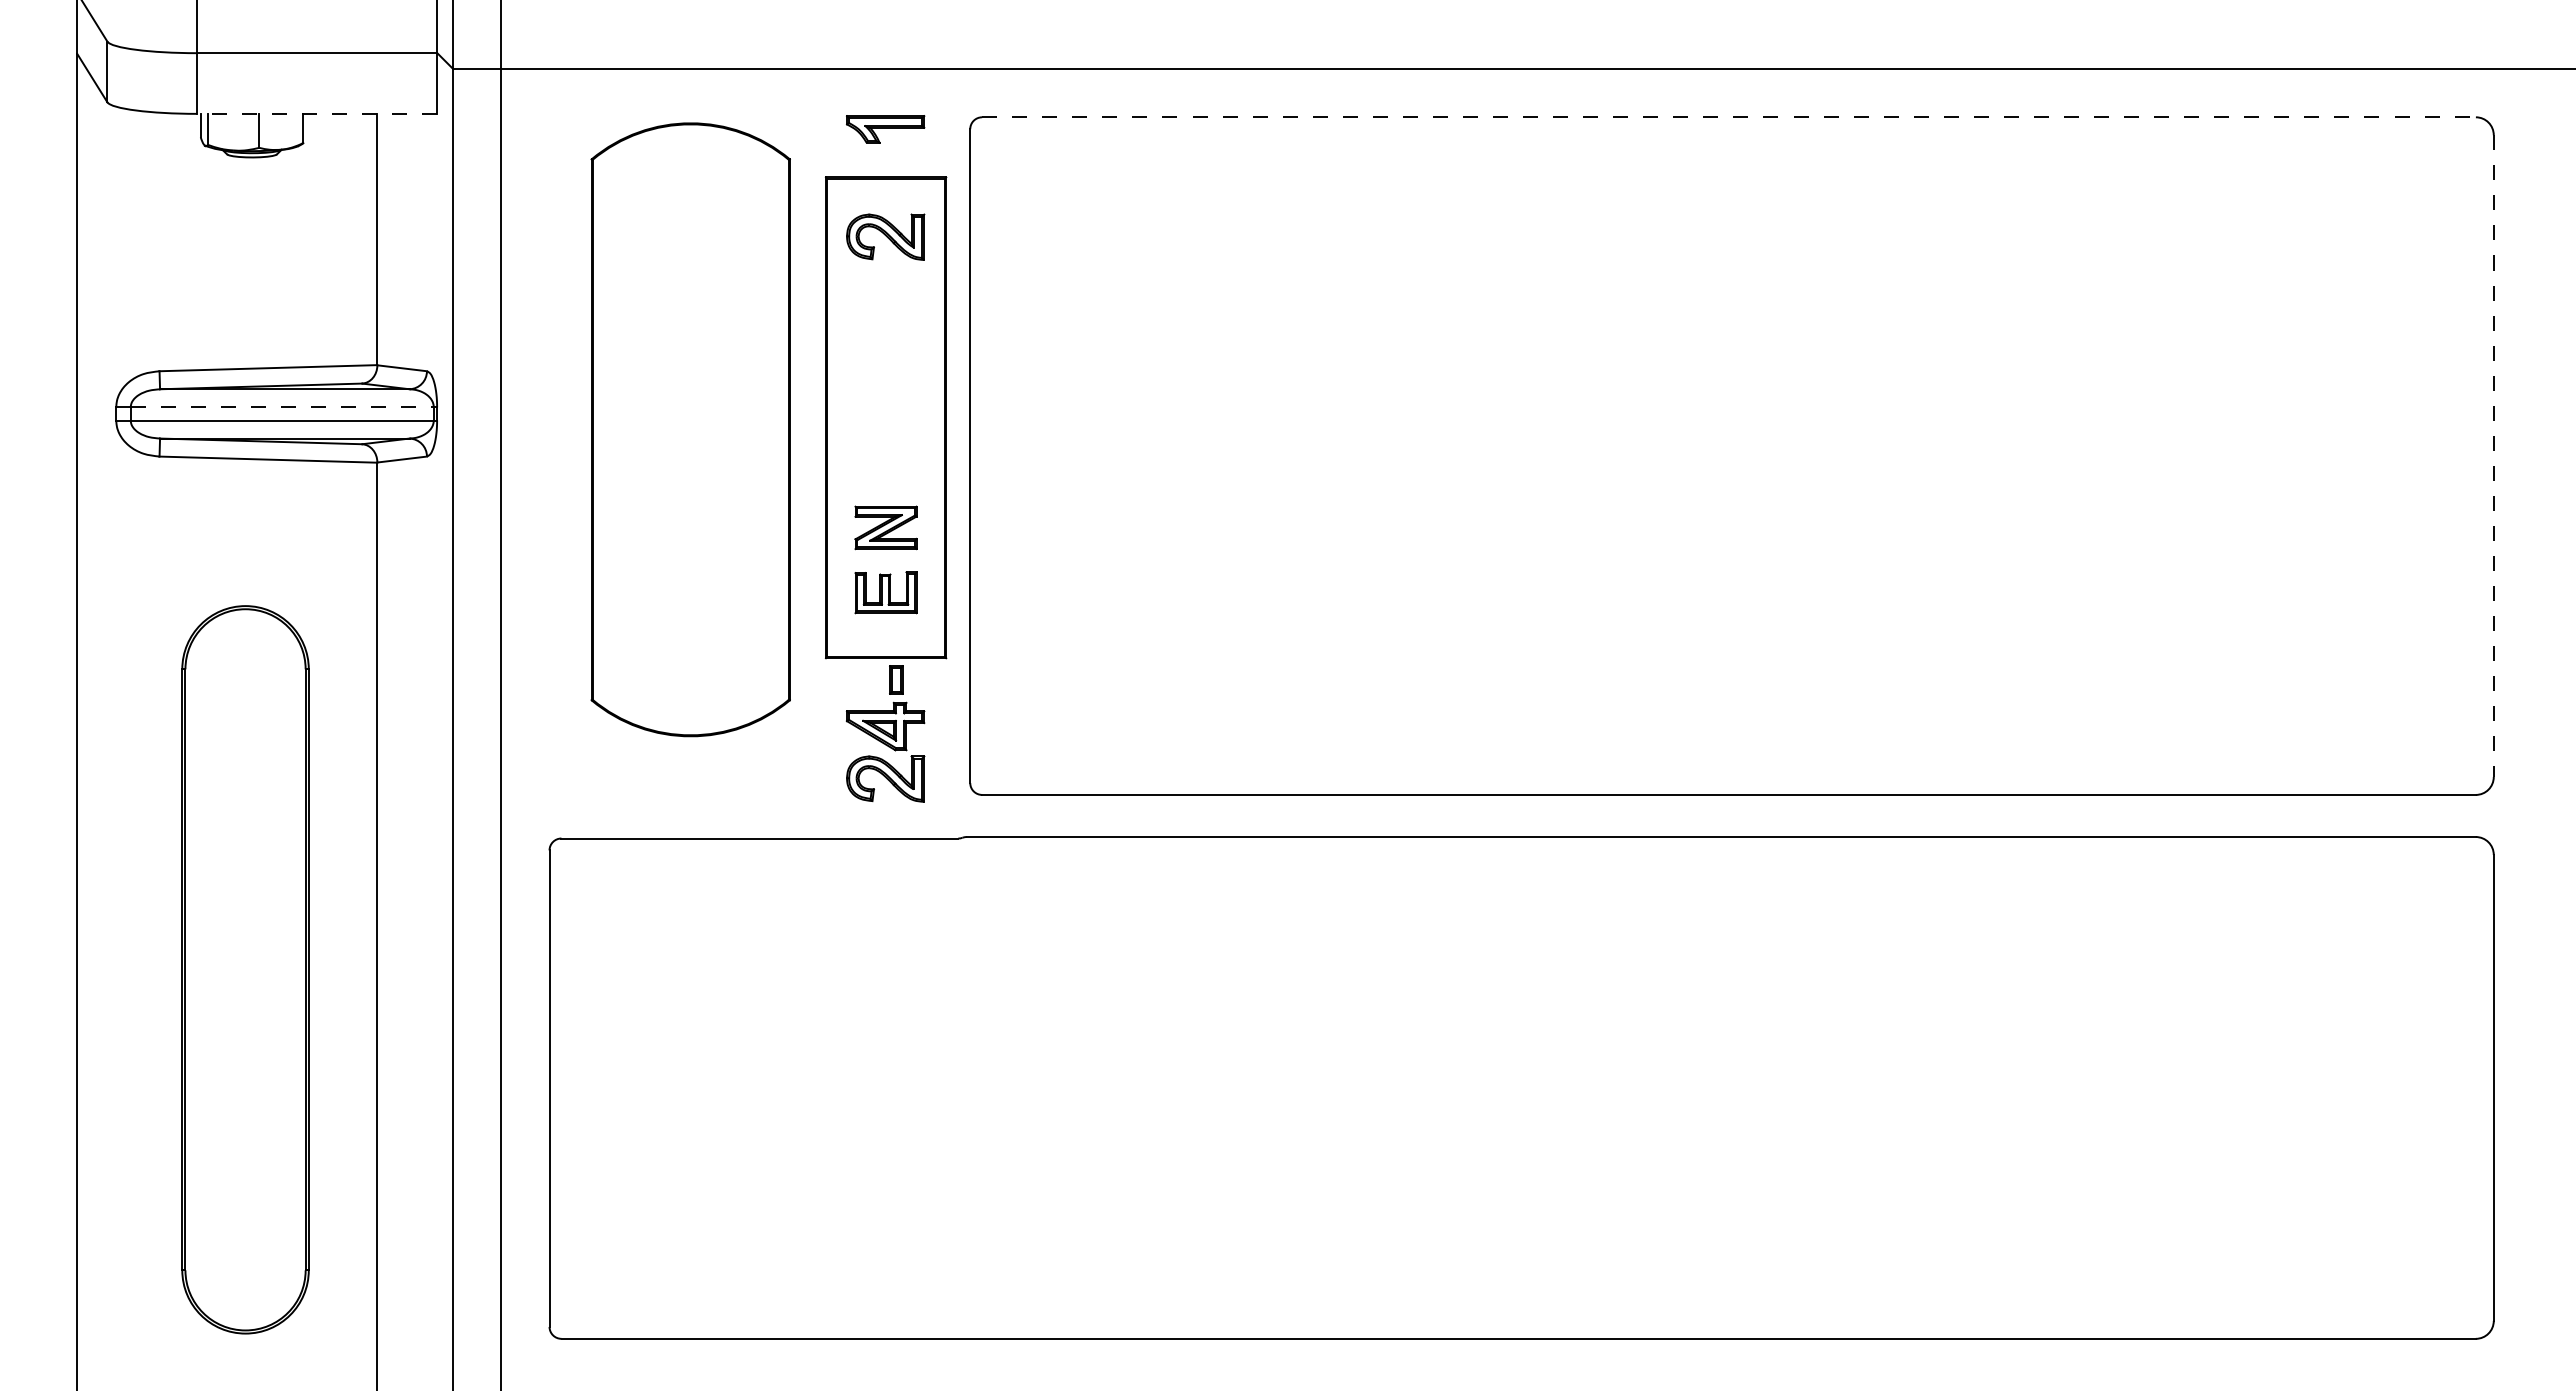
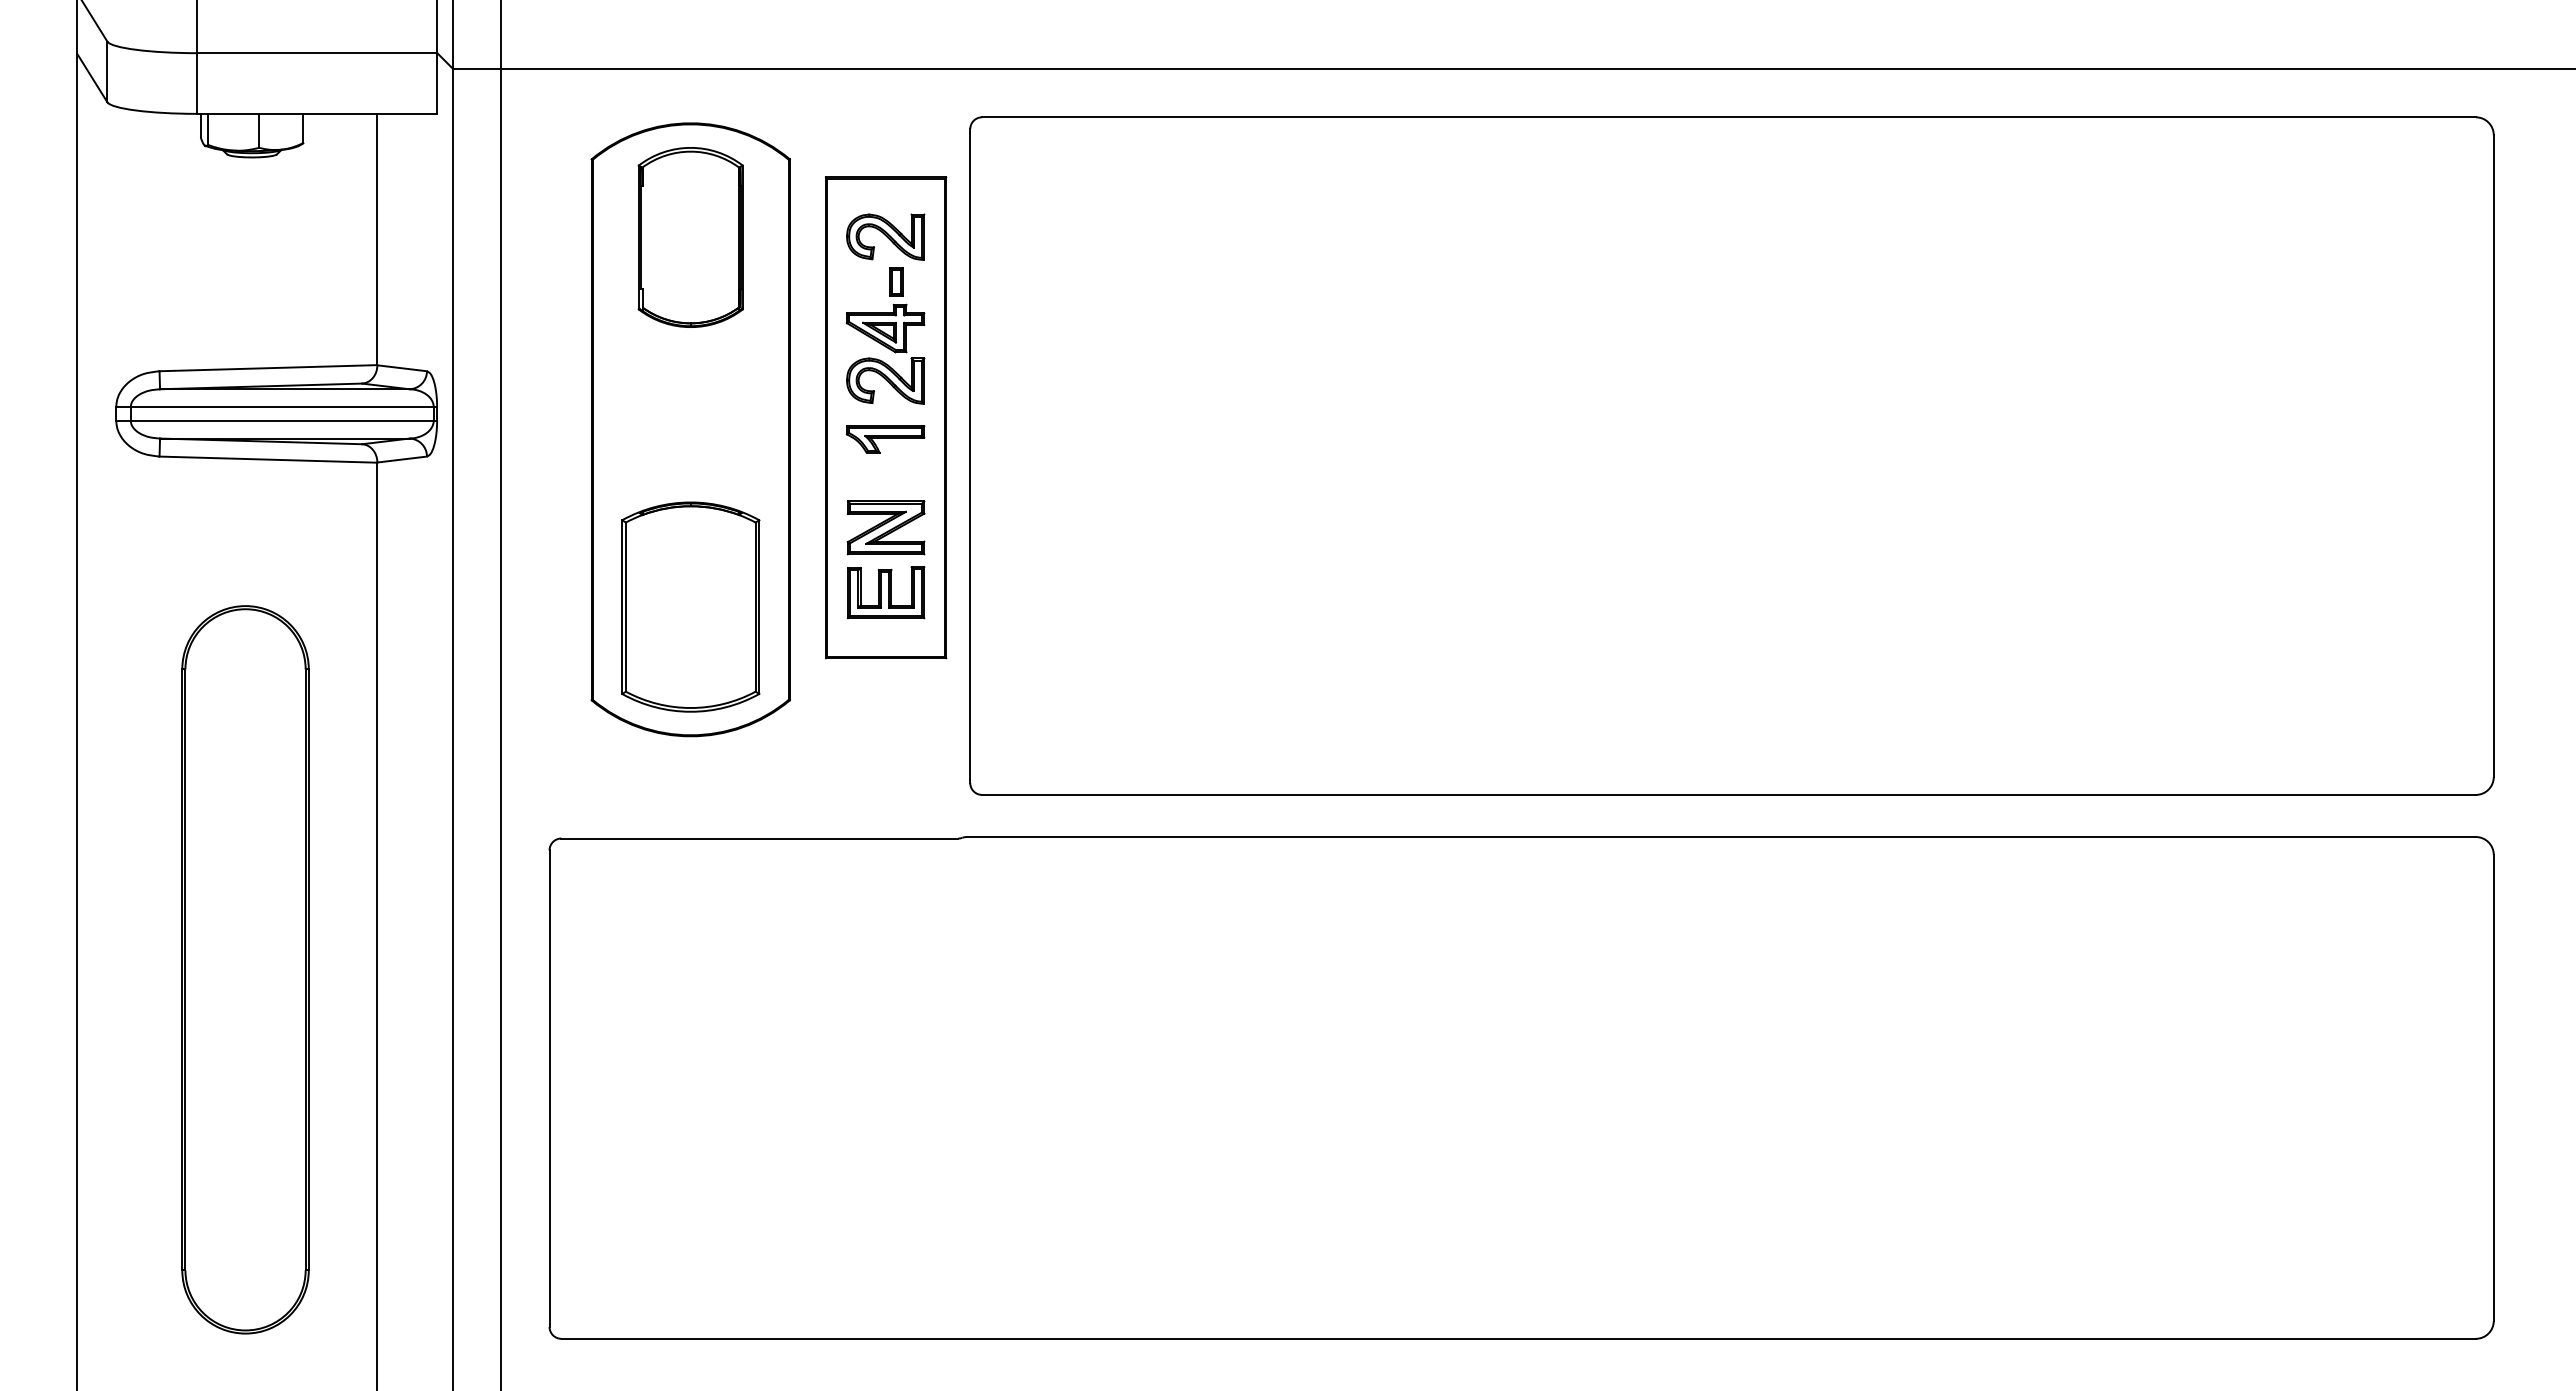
line at (316, 113): dashed -> solid
line at (1729, 117): dashed -> solid
part at (885, 129) position: (885, 129) -> (885, 439)
part at (690, 237): none -> present
line at (282, 407): dashed -> solid
line at (2493, 456): dashed -> solid
part at (885, 527) size: 64x46 px -> 80x56 px
part at (885, 592) size: 64x44 px -> 80x54 px
part at (690, 606): none -> present
part at (885, 733) position: (885, 733) -> (885, 335)
